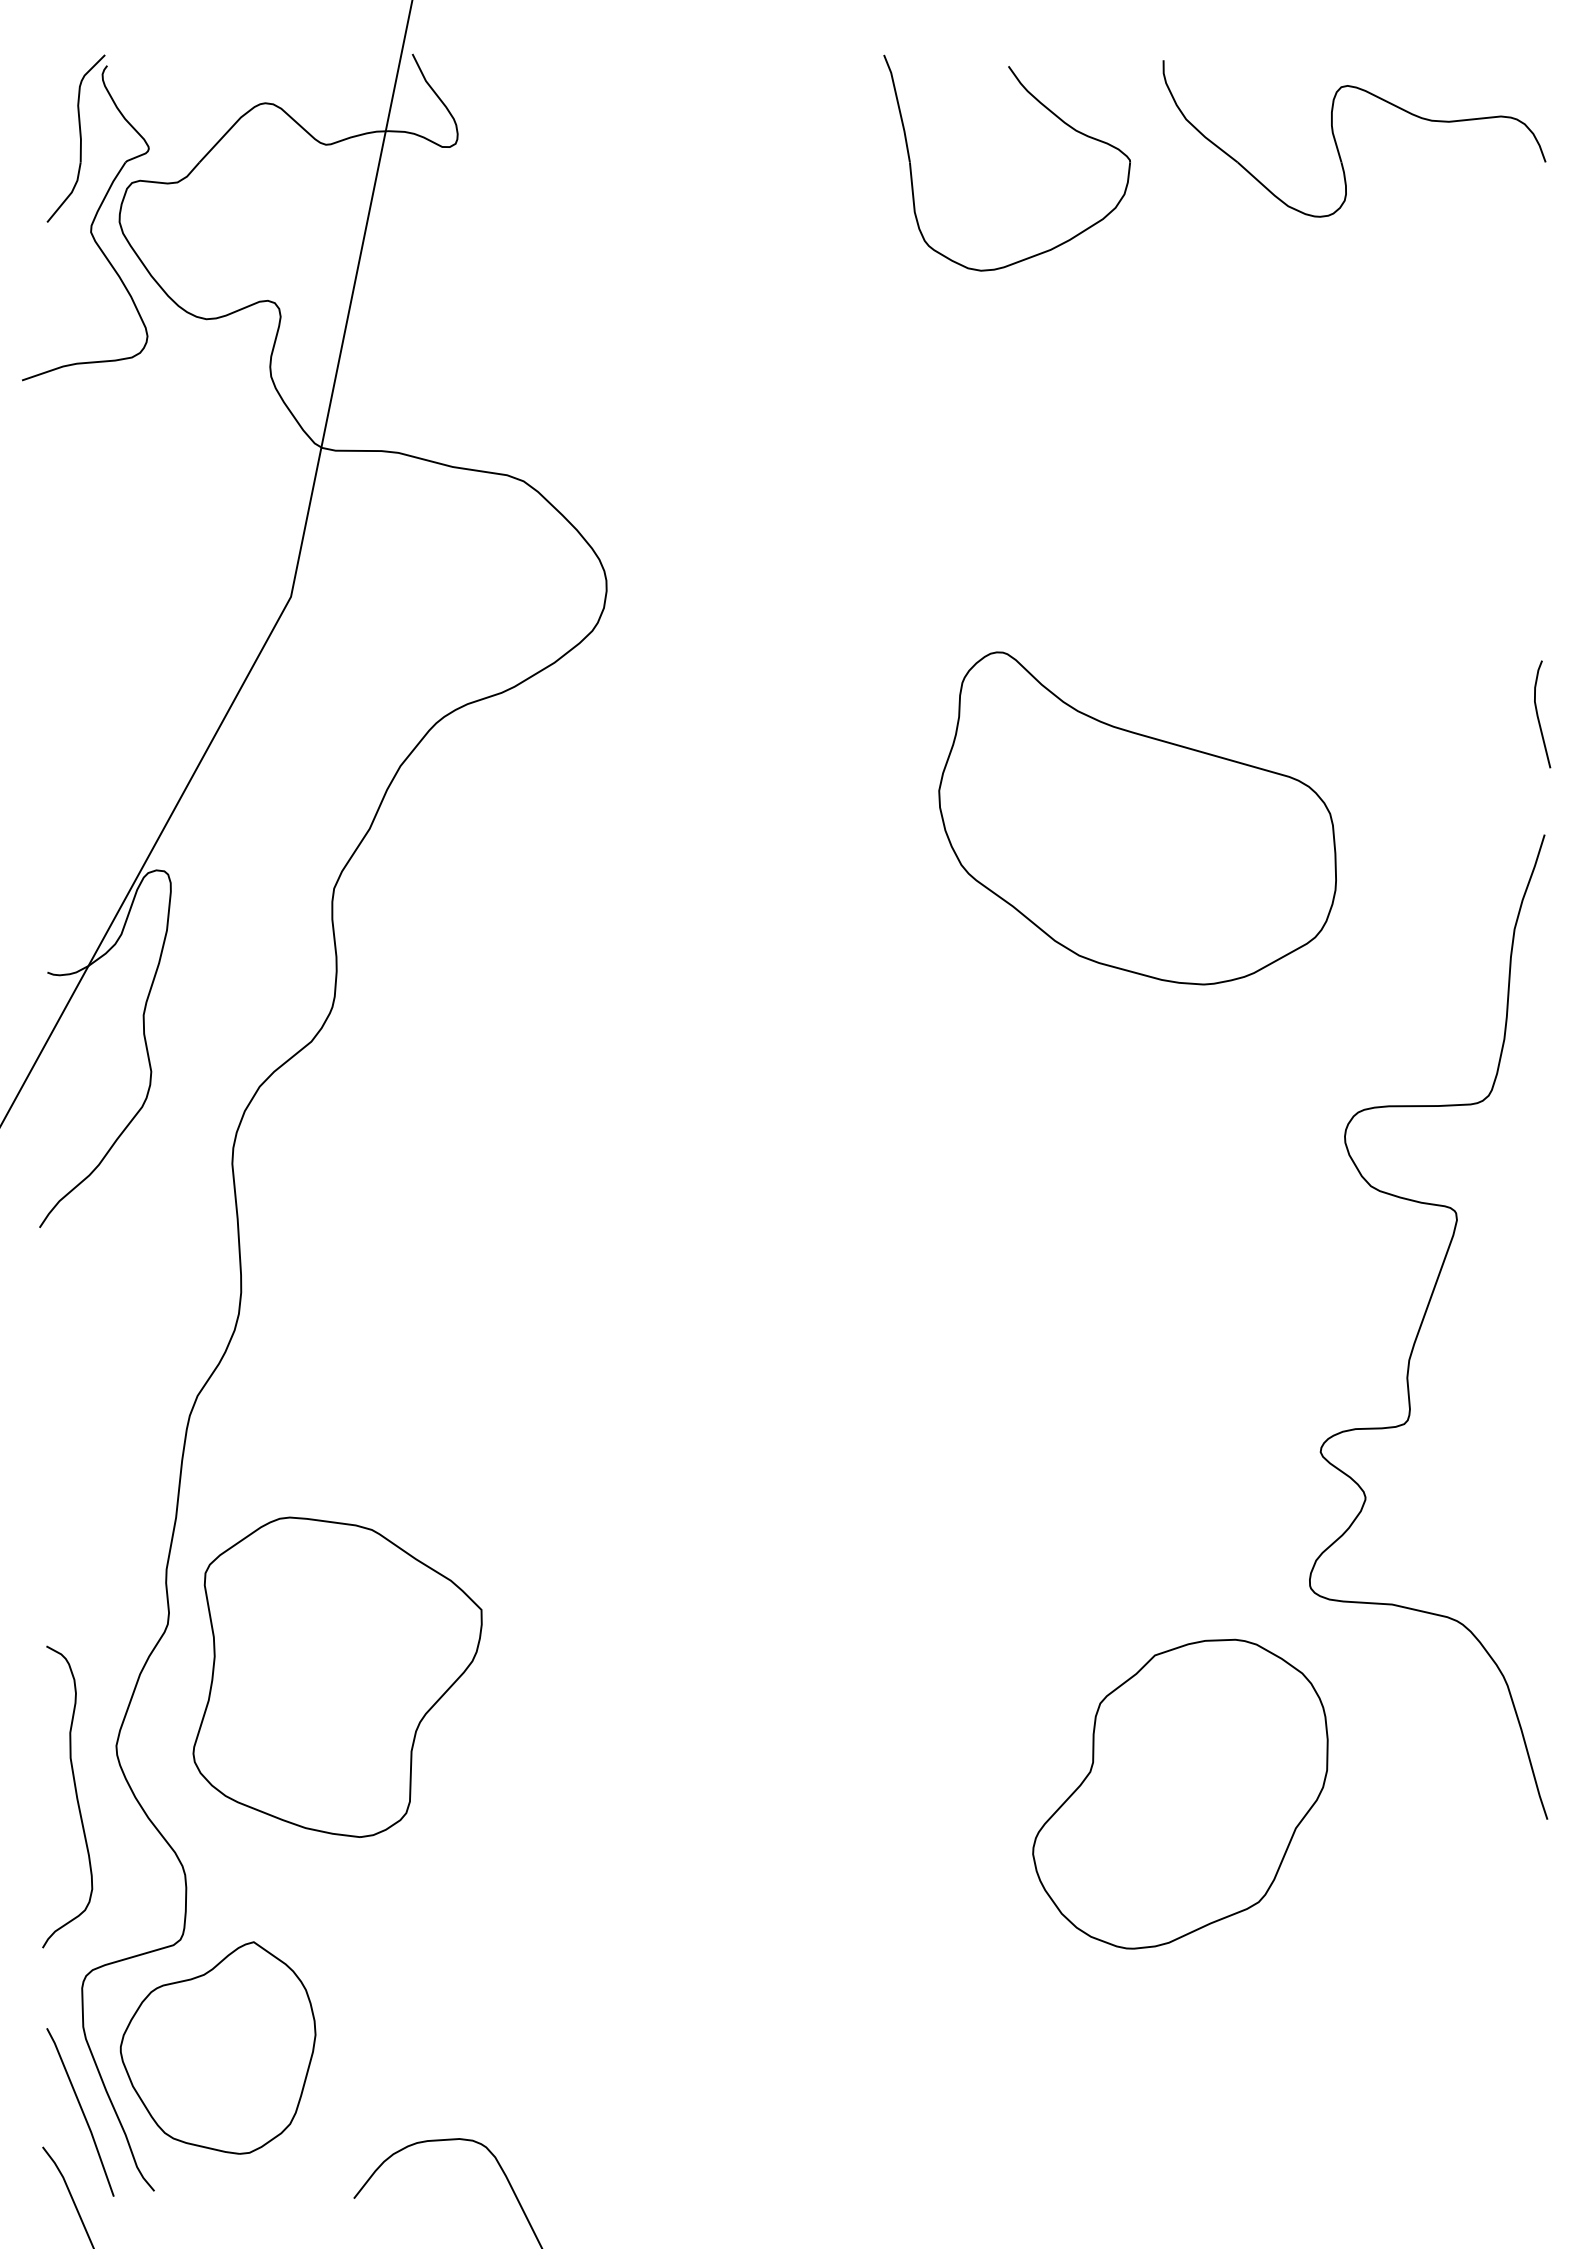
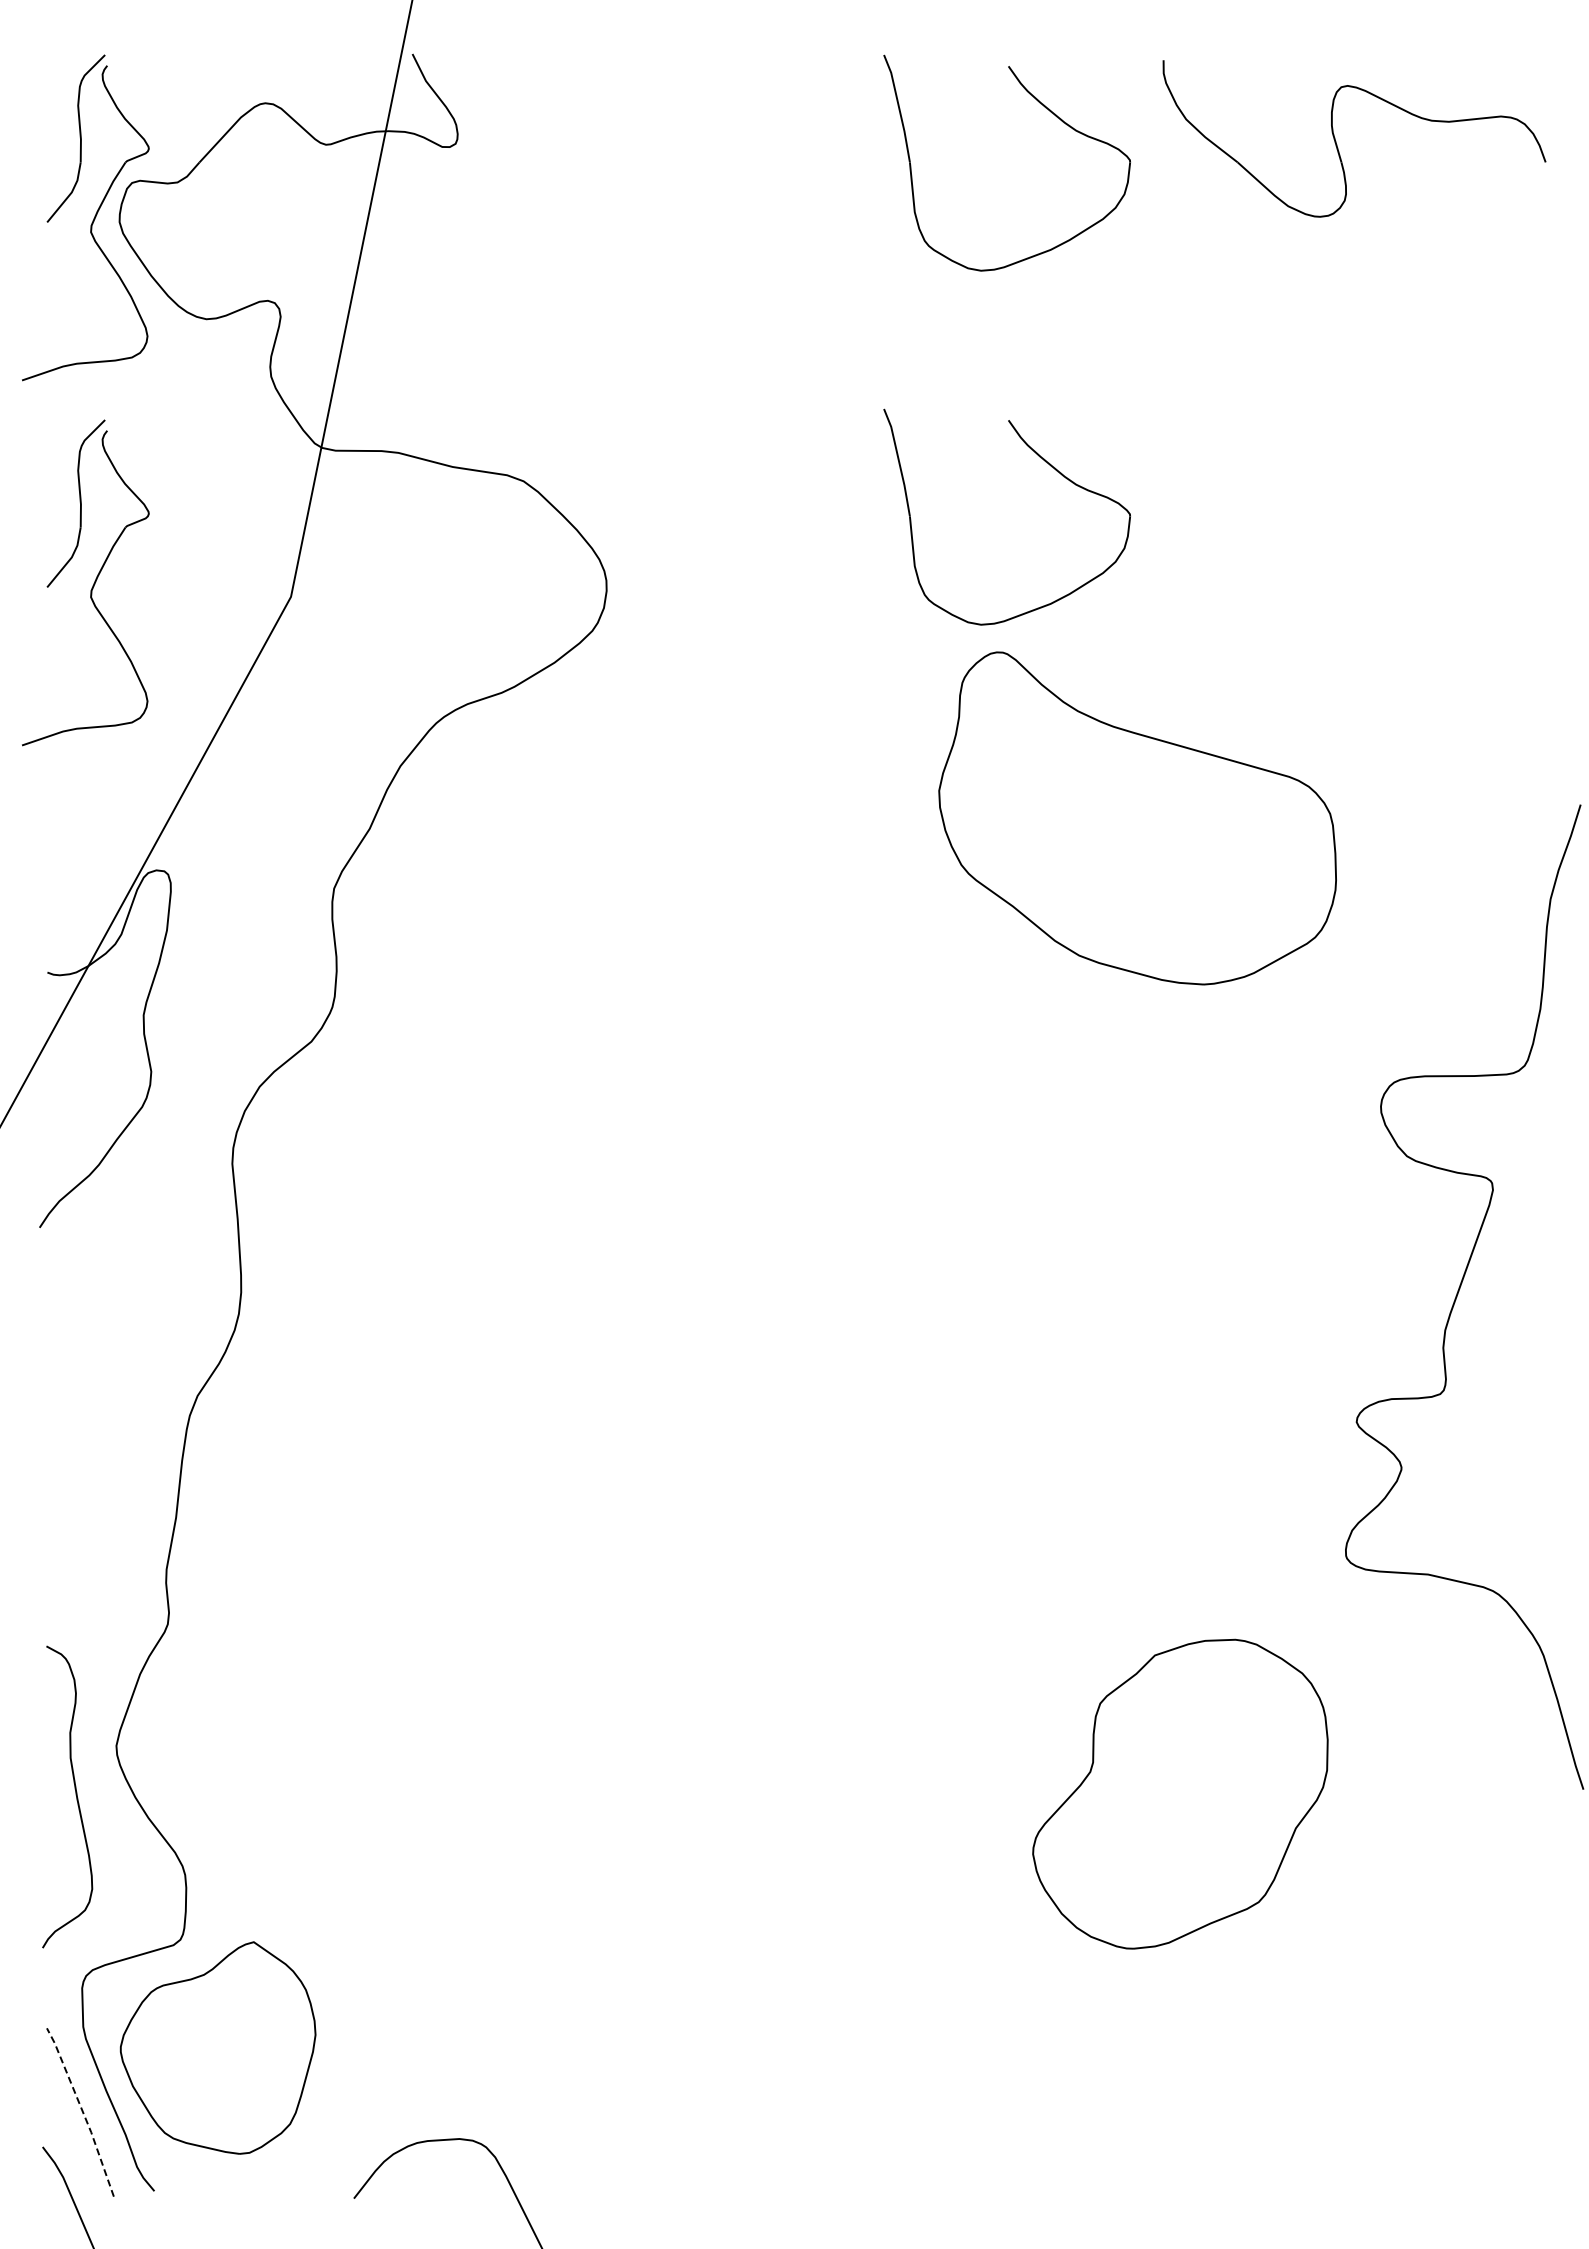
part at (1051, 467): none -> present
part at (92, 585): none -> present
curve at (1538, 714): present -> none
curve at (1422, 1324) position: (1422, 1324) -> (1458, 1294)
part at (337, 1676): present -> none
line at (82, 2111): solid -> dashed
